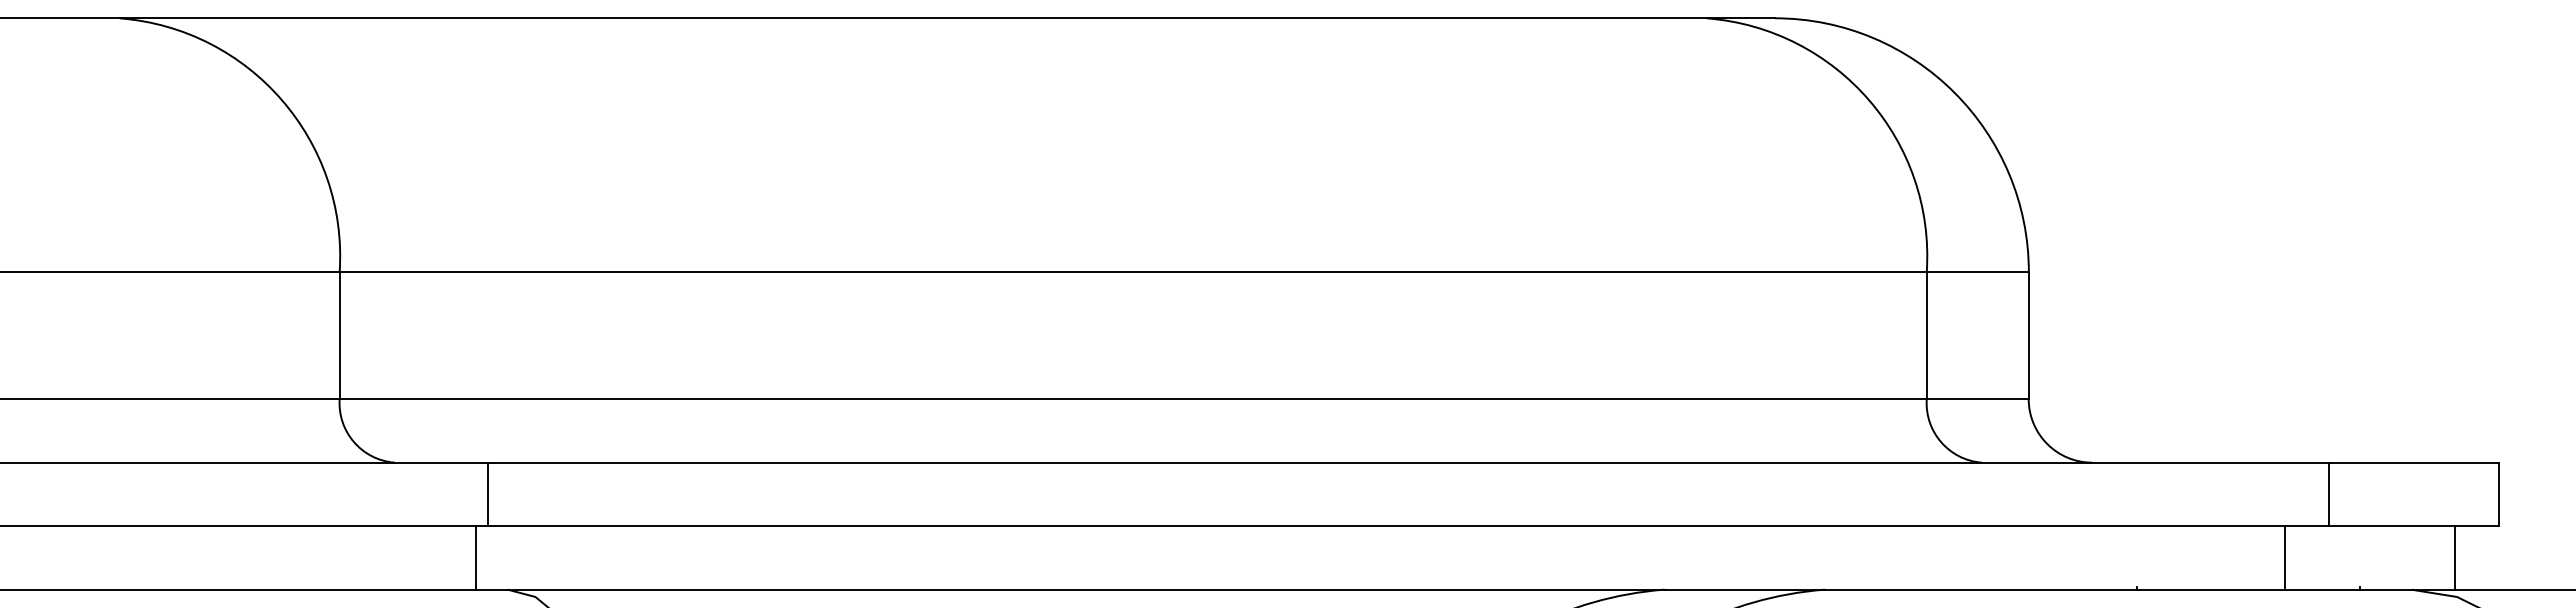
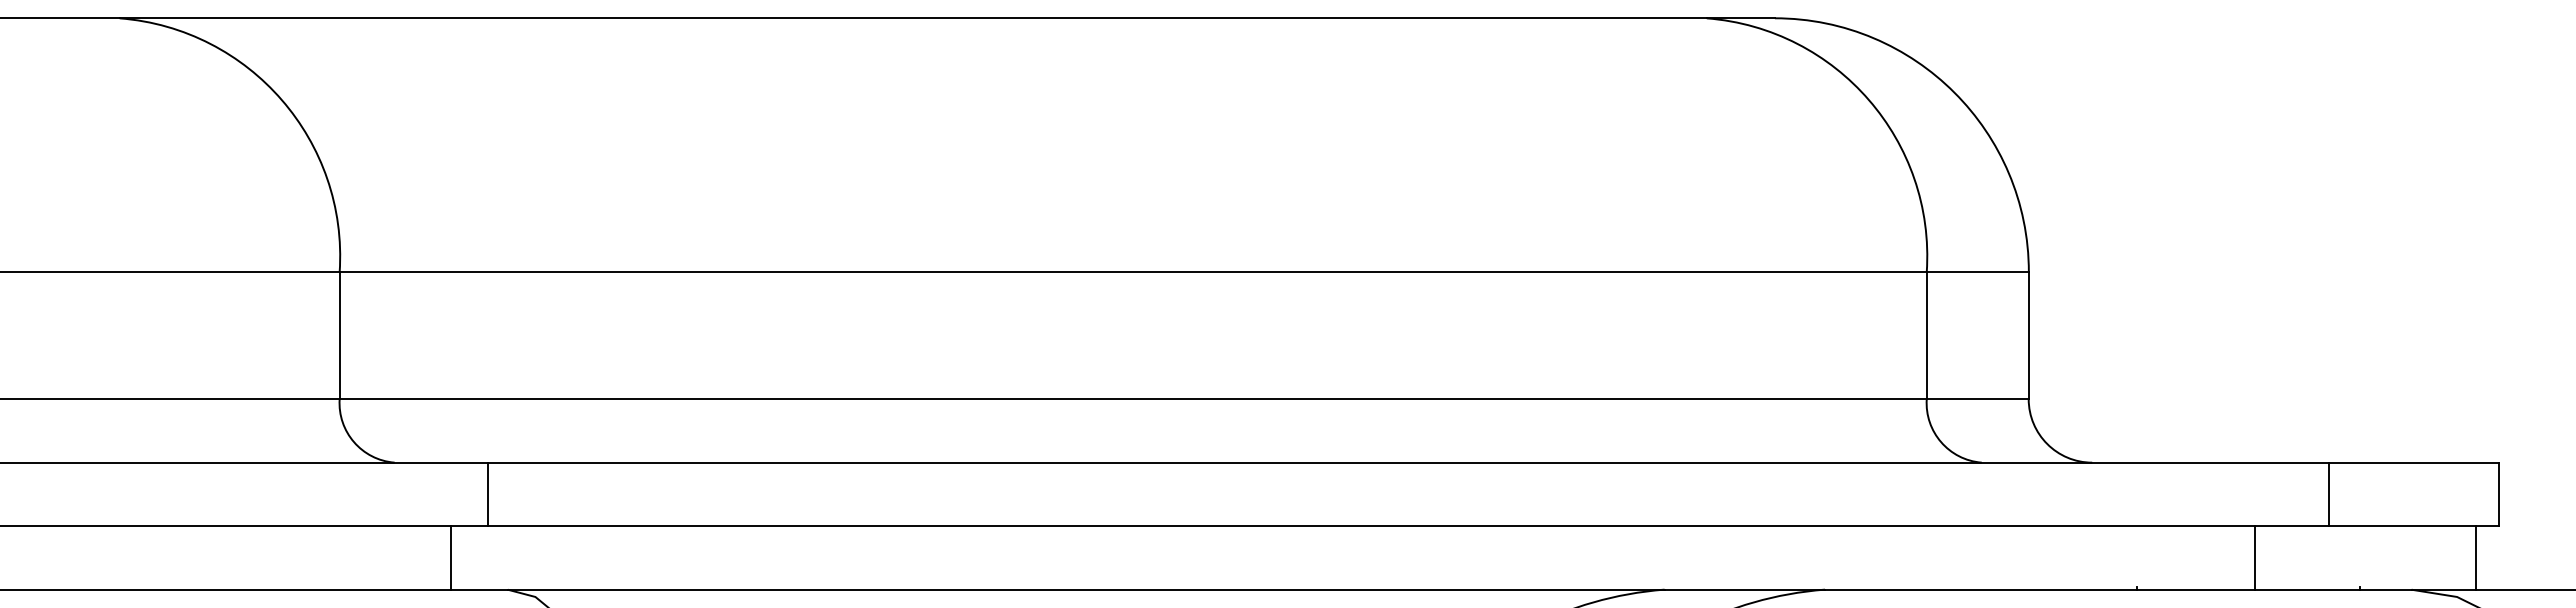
line at (475, 557) position: (475, 557) -> (450, 557)
line at (2285, 557) position: (2285, 557) -> (2255, 557)
line at (2455, 557) position: (2455, 557) -> (2476, 557)
